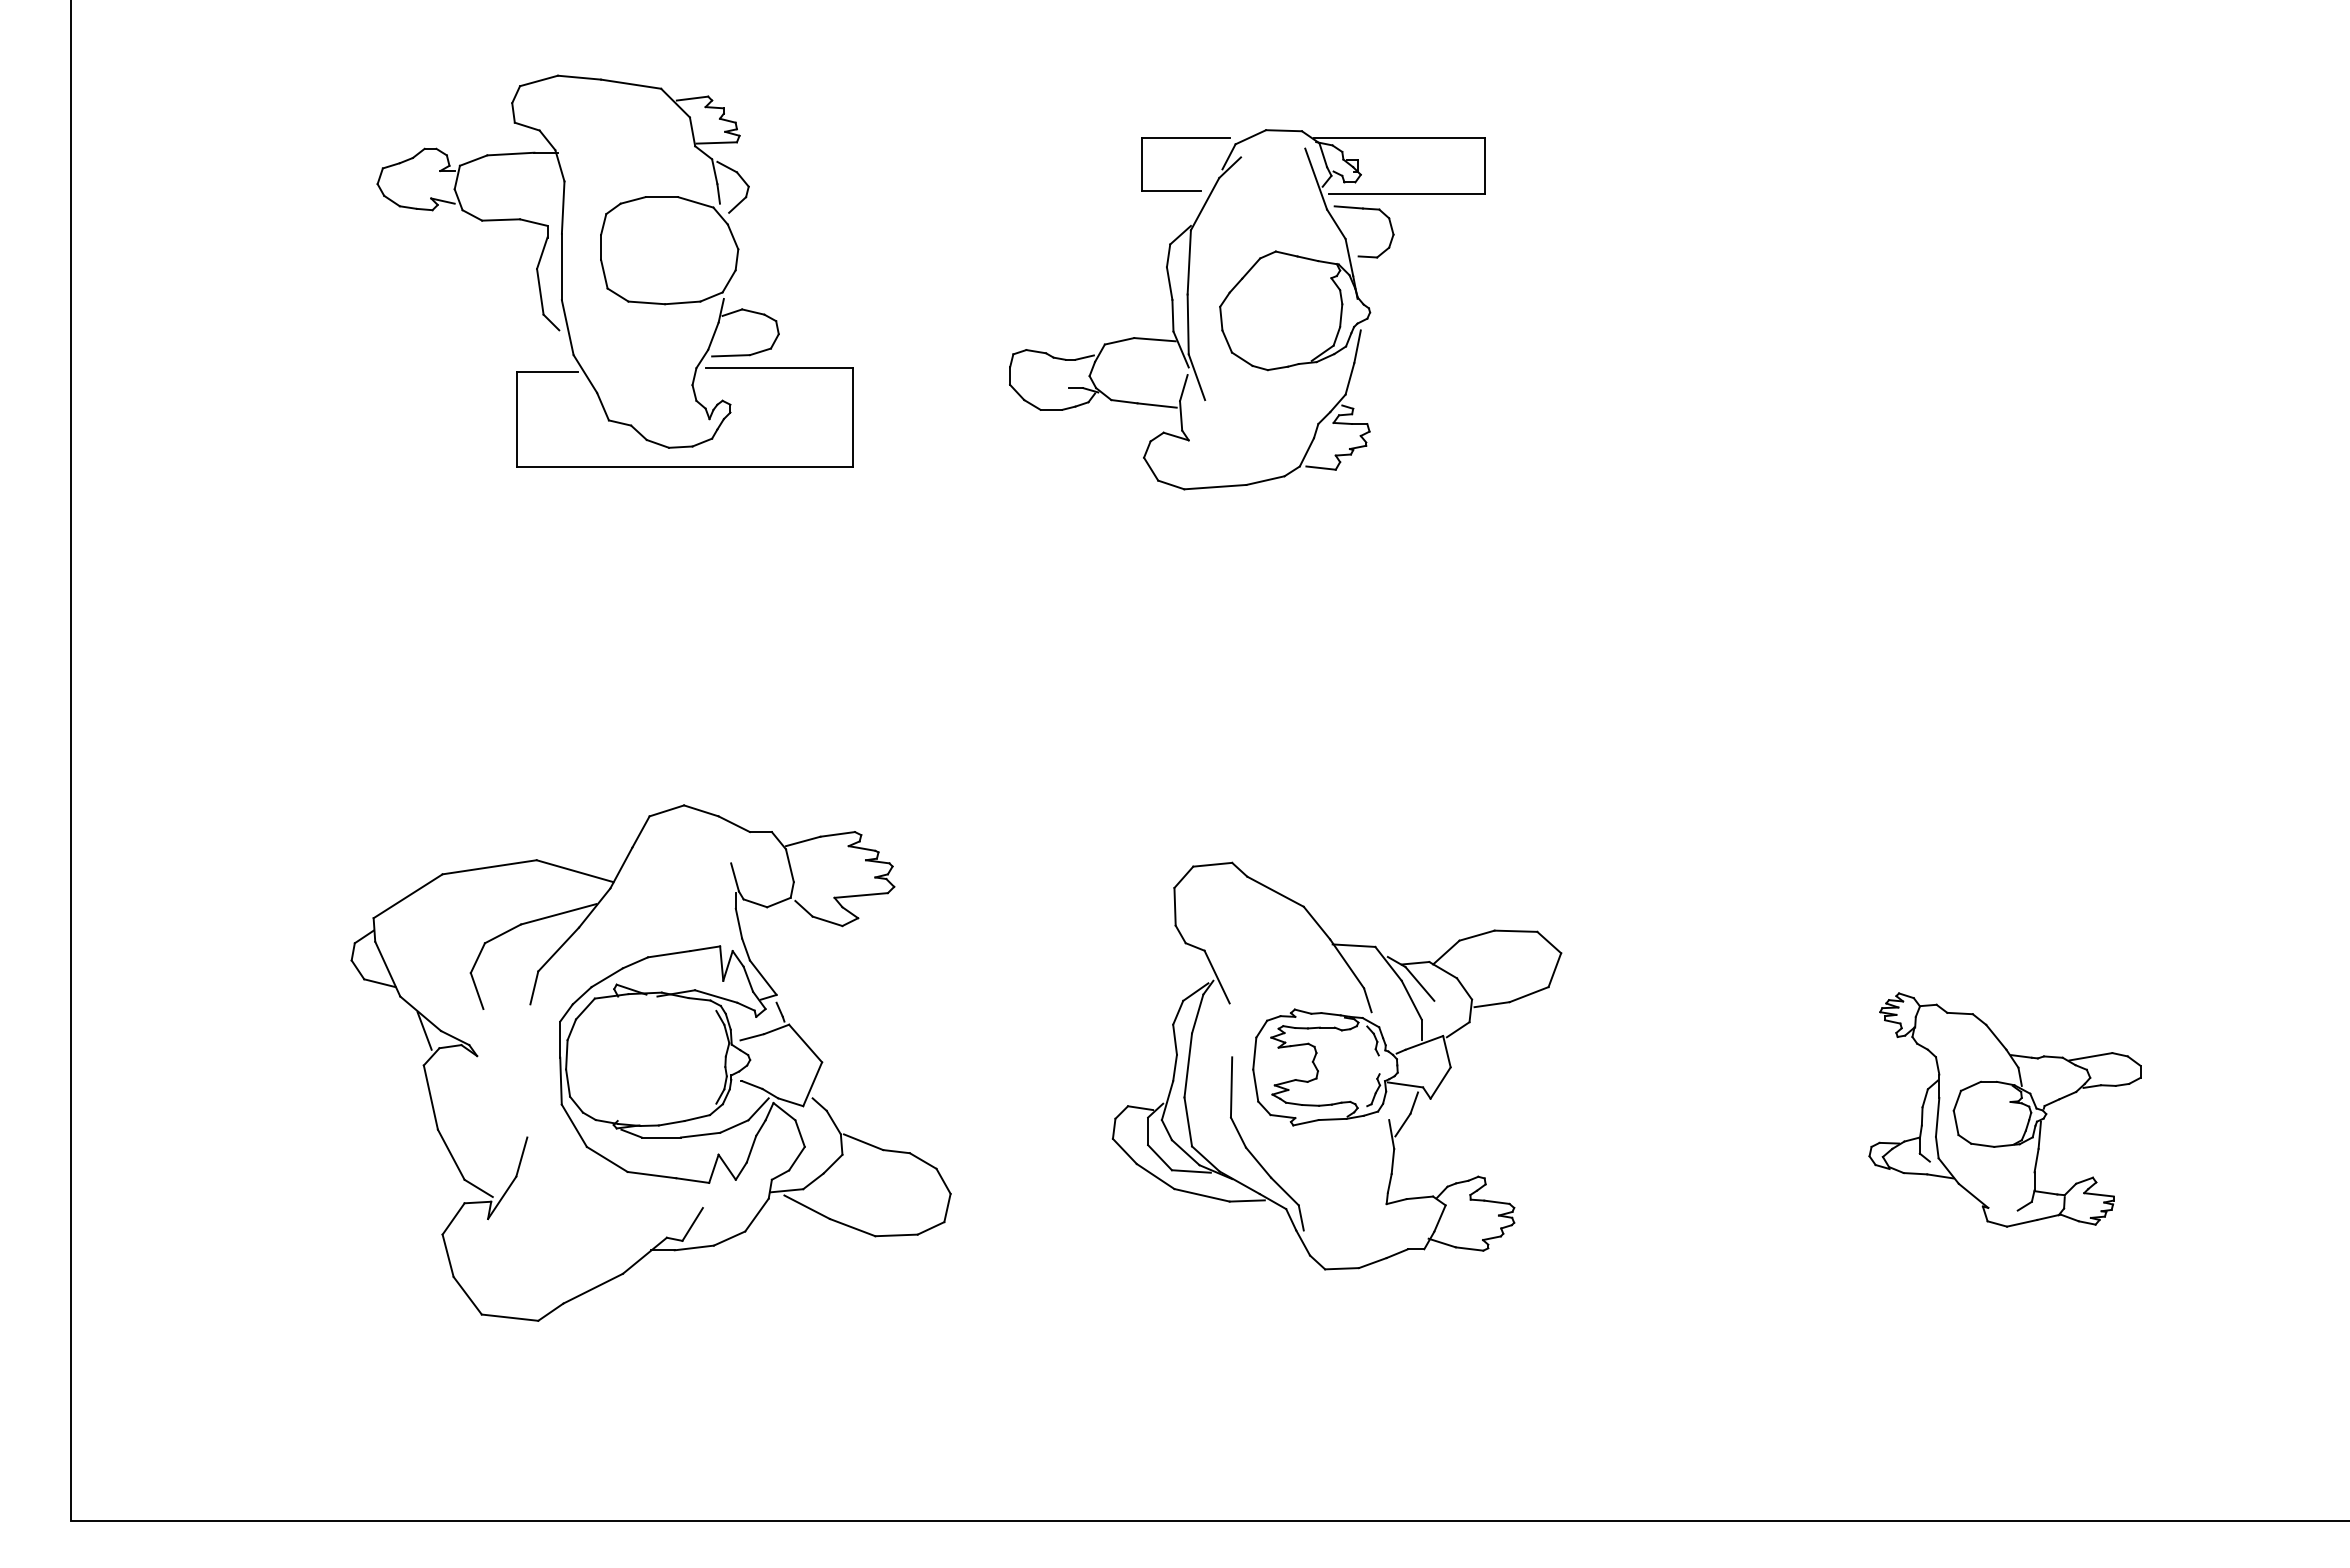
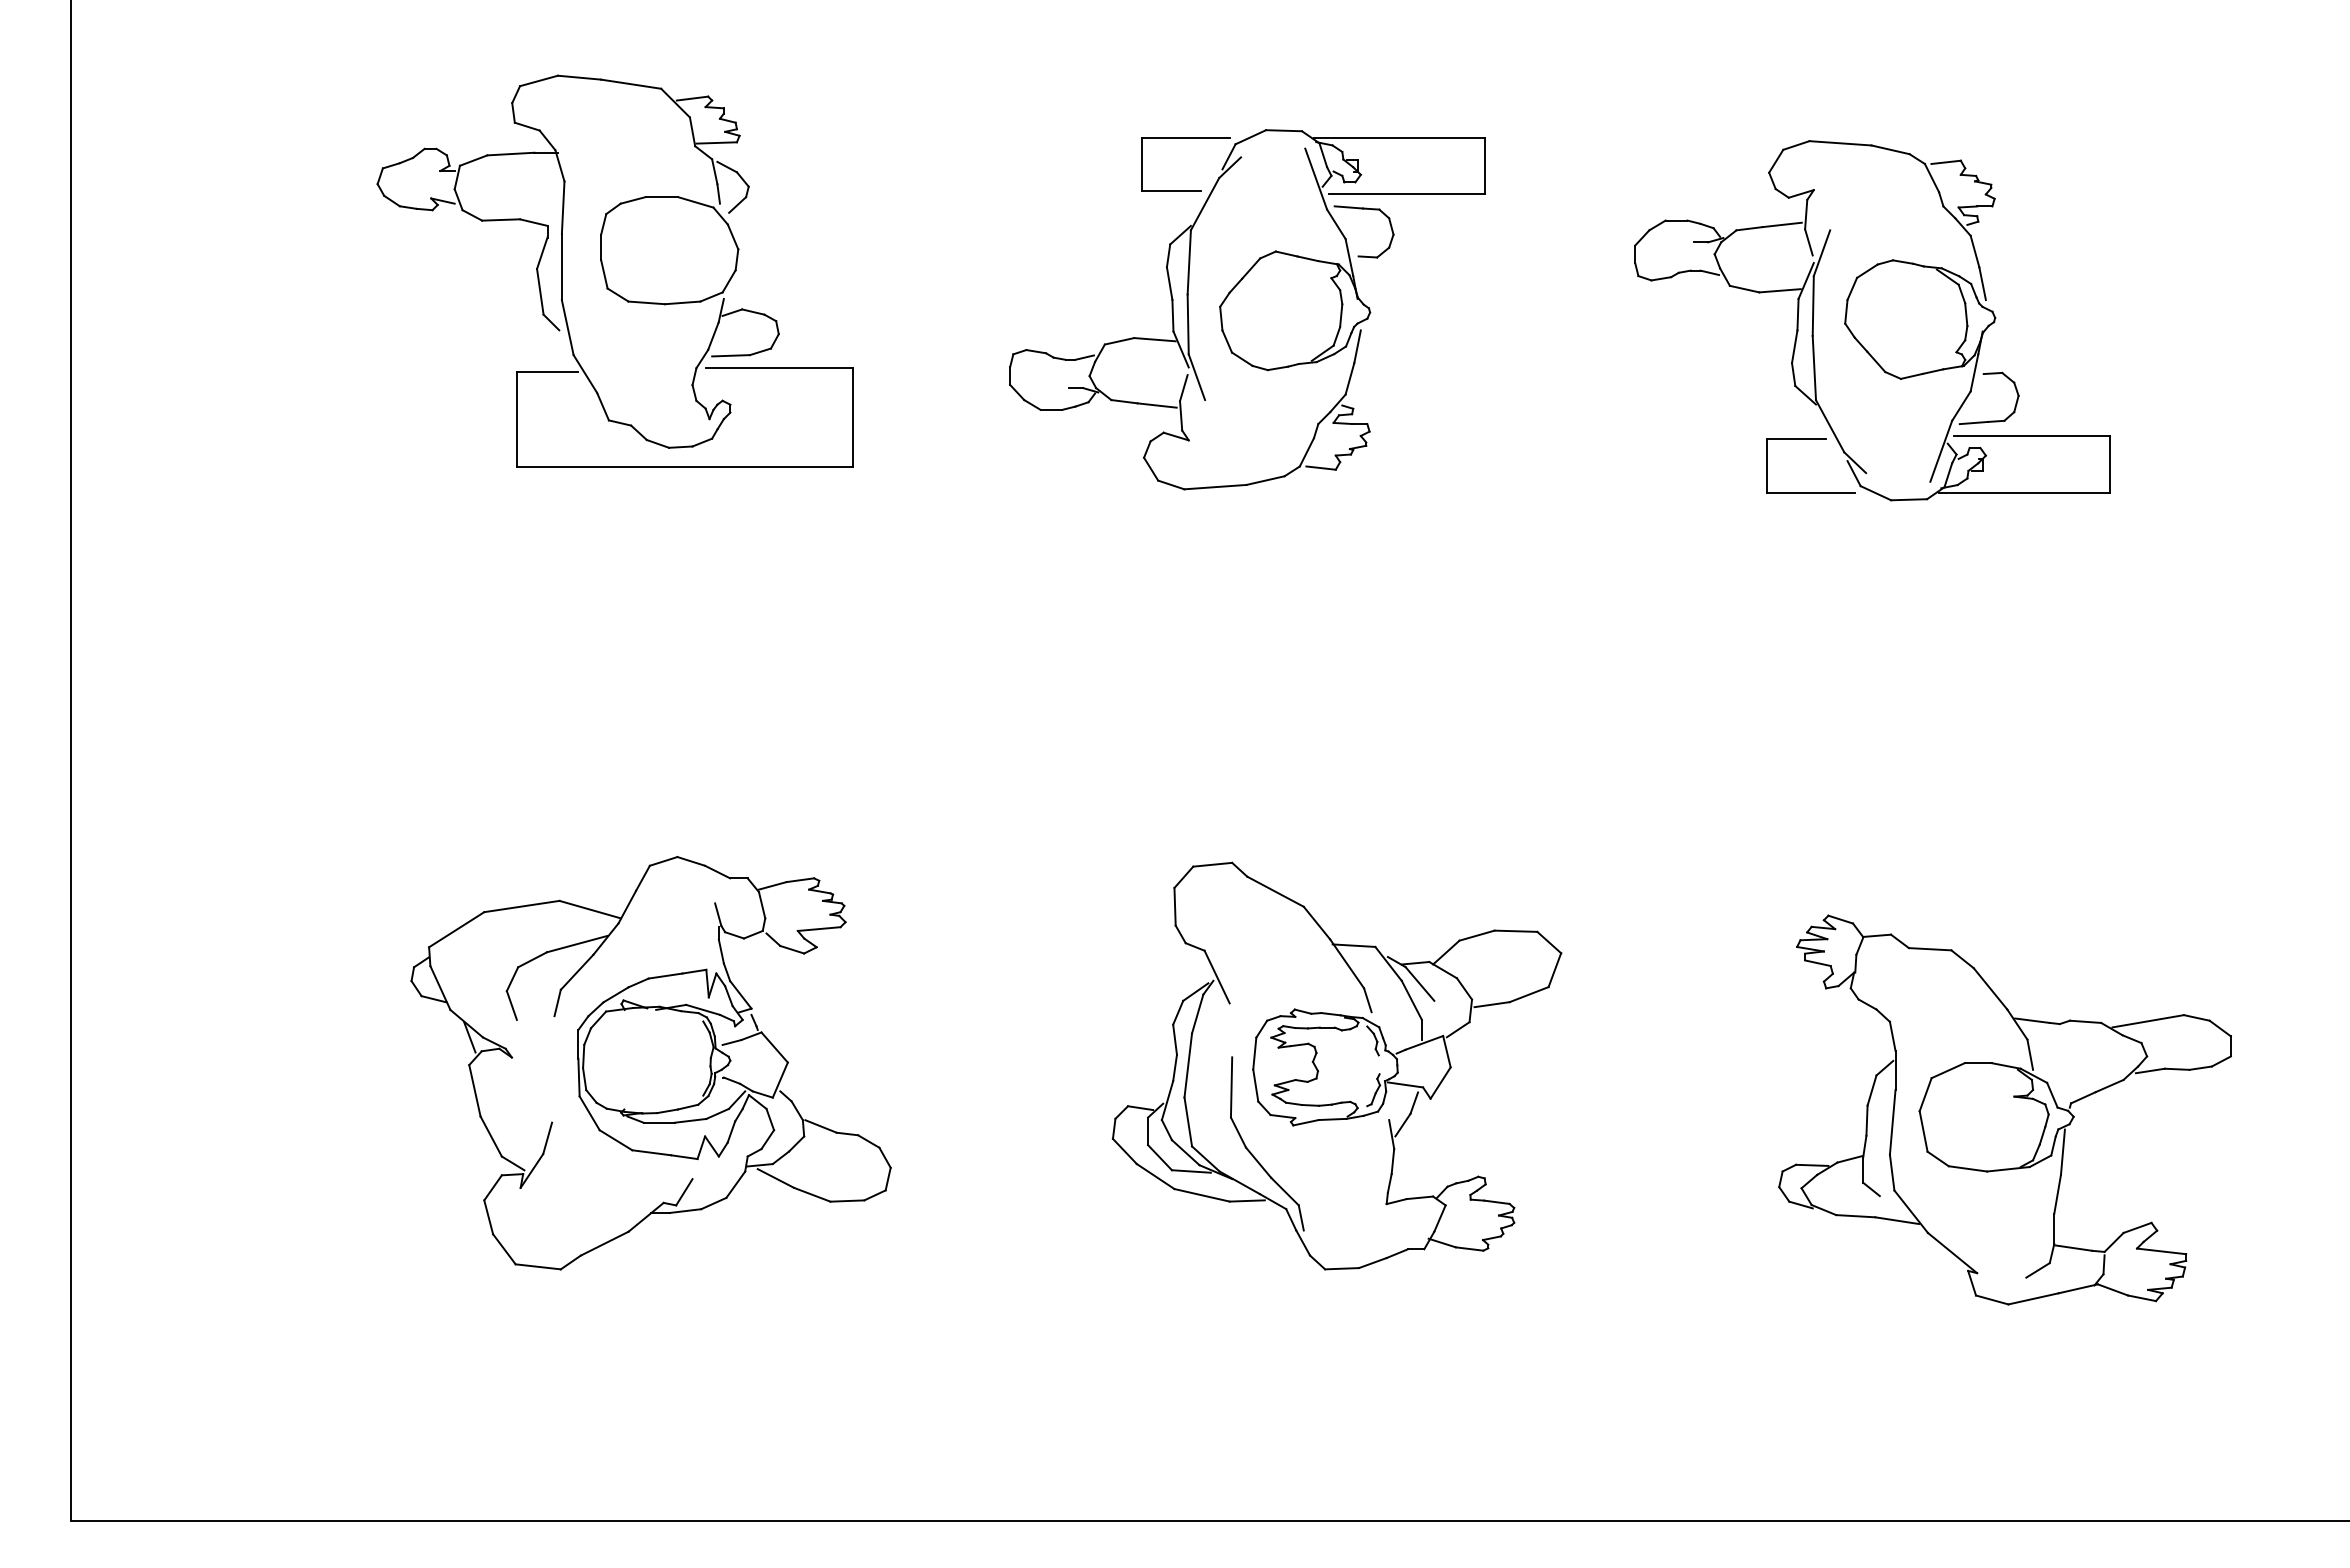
part at (1872, 320): none -> present
part at (650, 1062) size: 602x518 px -> 482x415 px
part at (2004, 1109) size: 274x236 px -> 454x392 px
